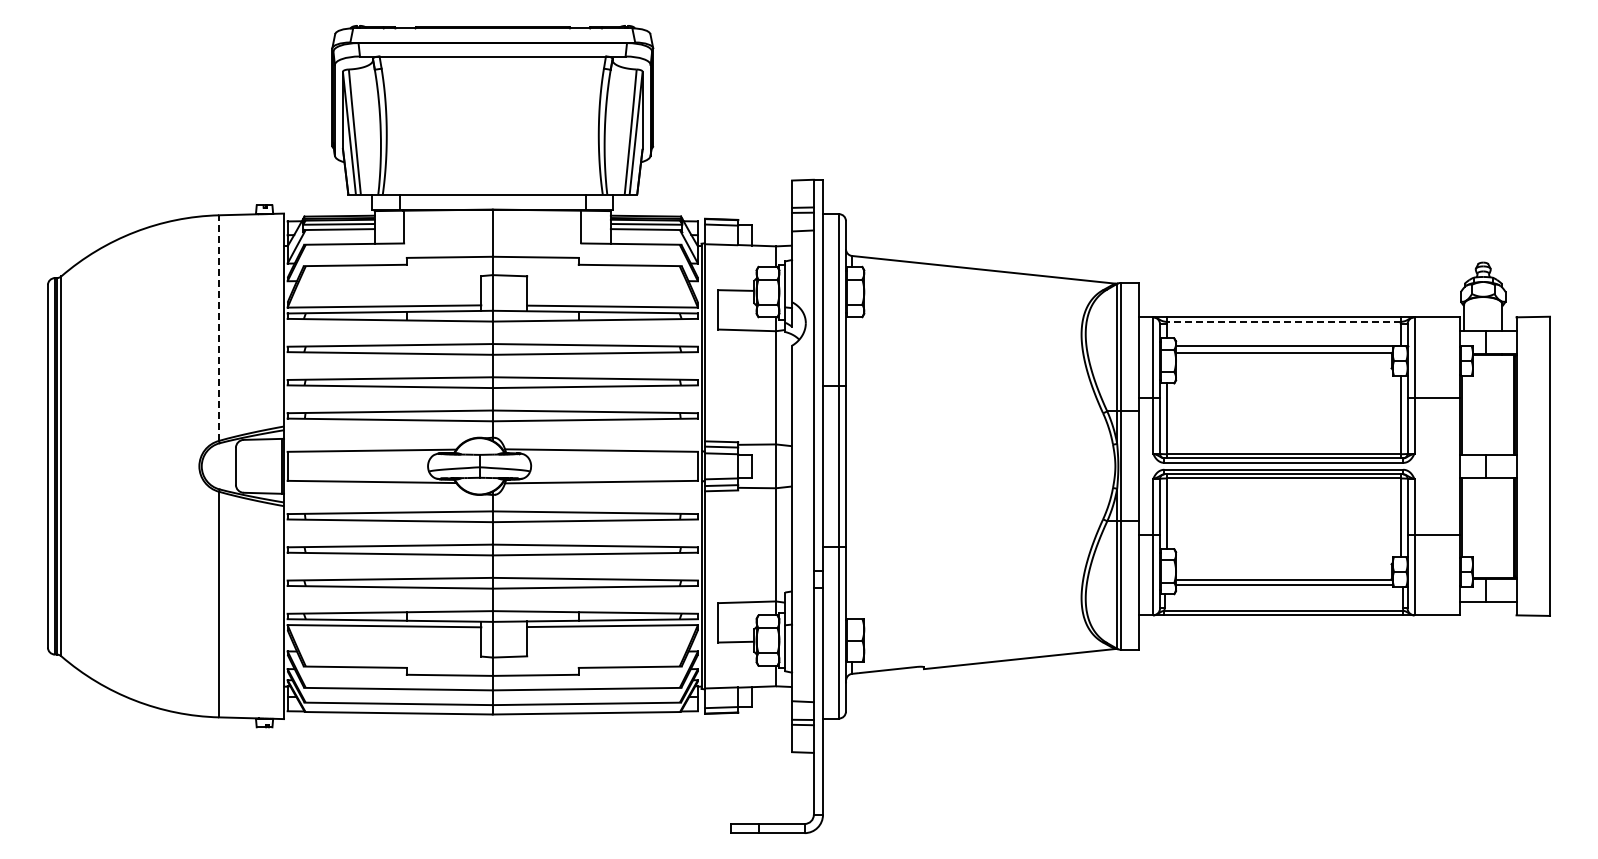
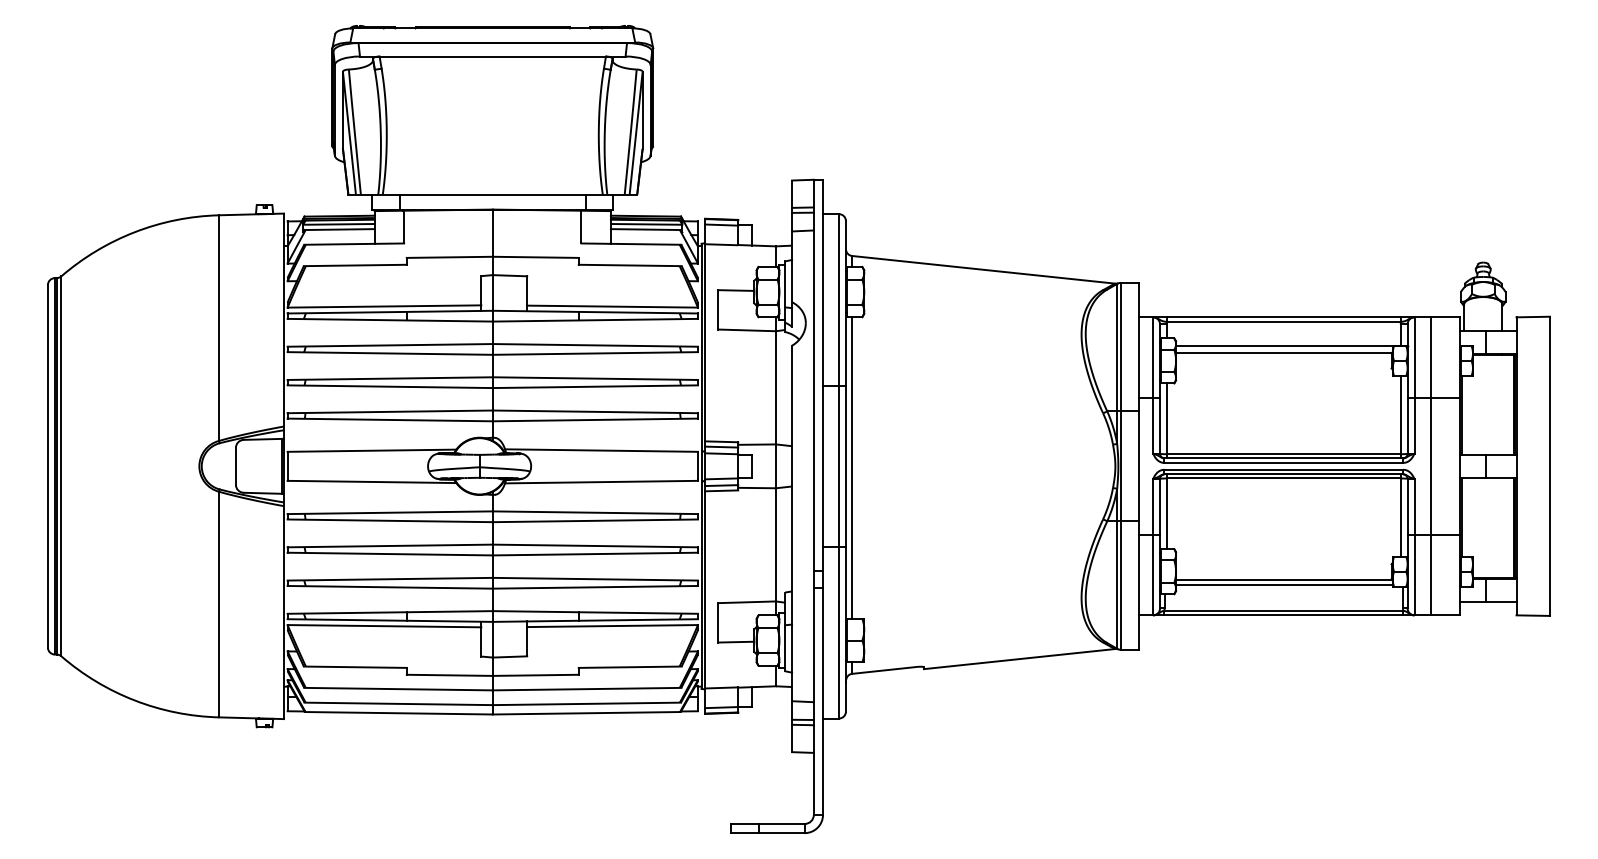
line at (1283, 321): dashed -> solid
line at (219, 328): dashed -> solid
line at (1430, 466): none -> present
line at (852, 467): none -> present
